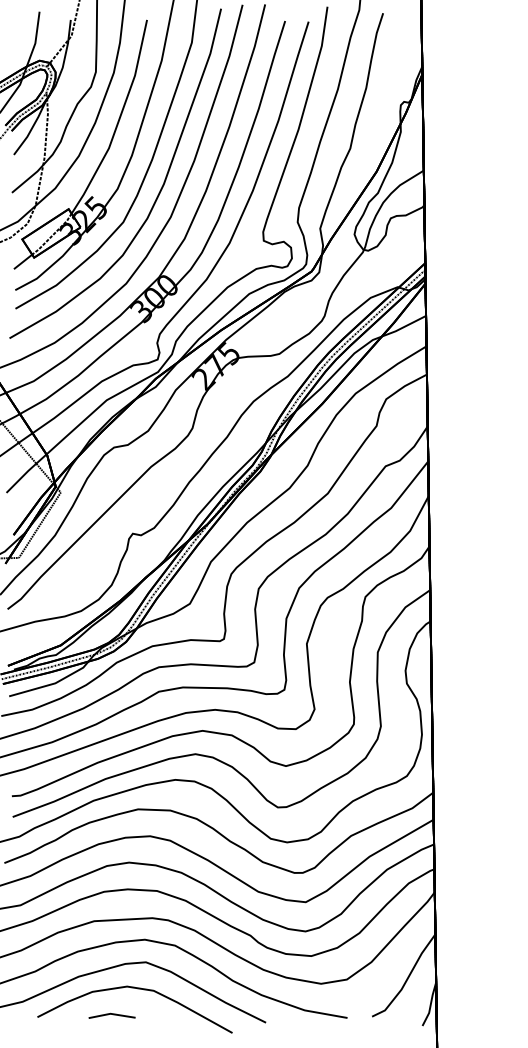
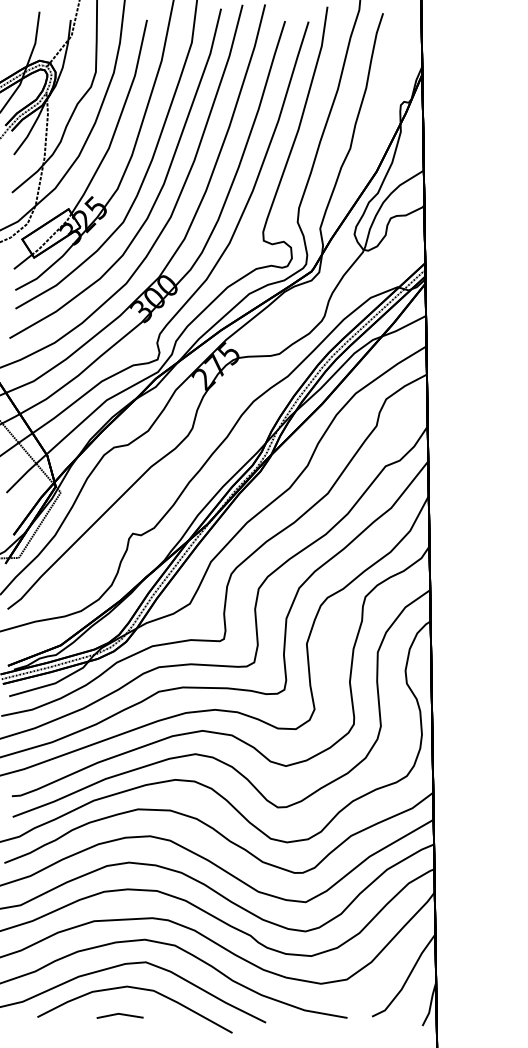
part at (111, 1015) position: (111, 1015) -> (119, 1015)
